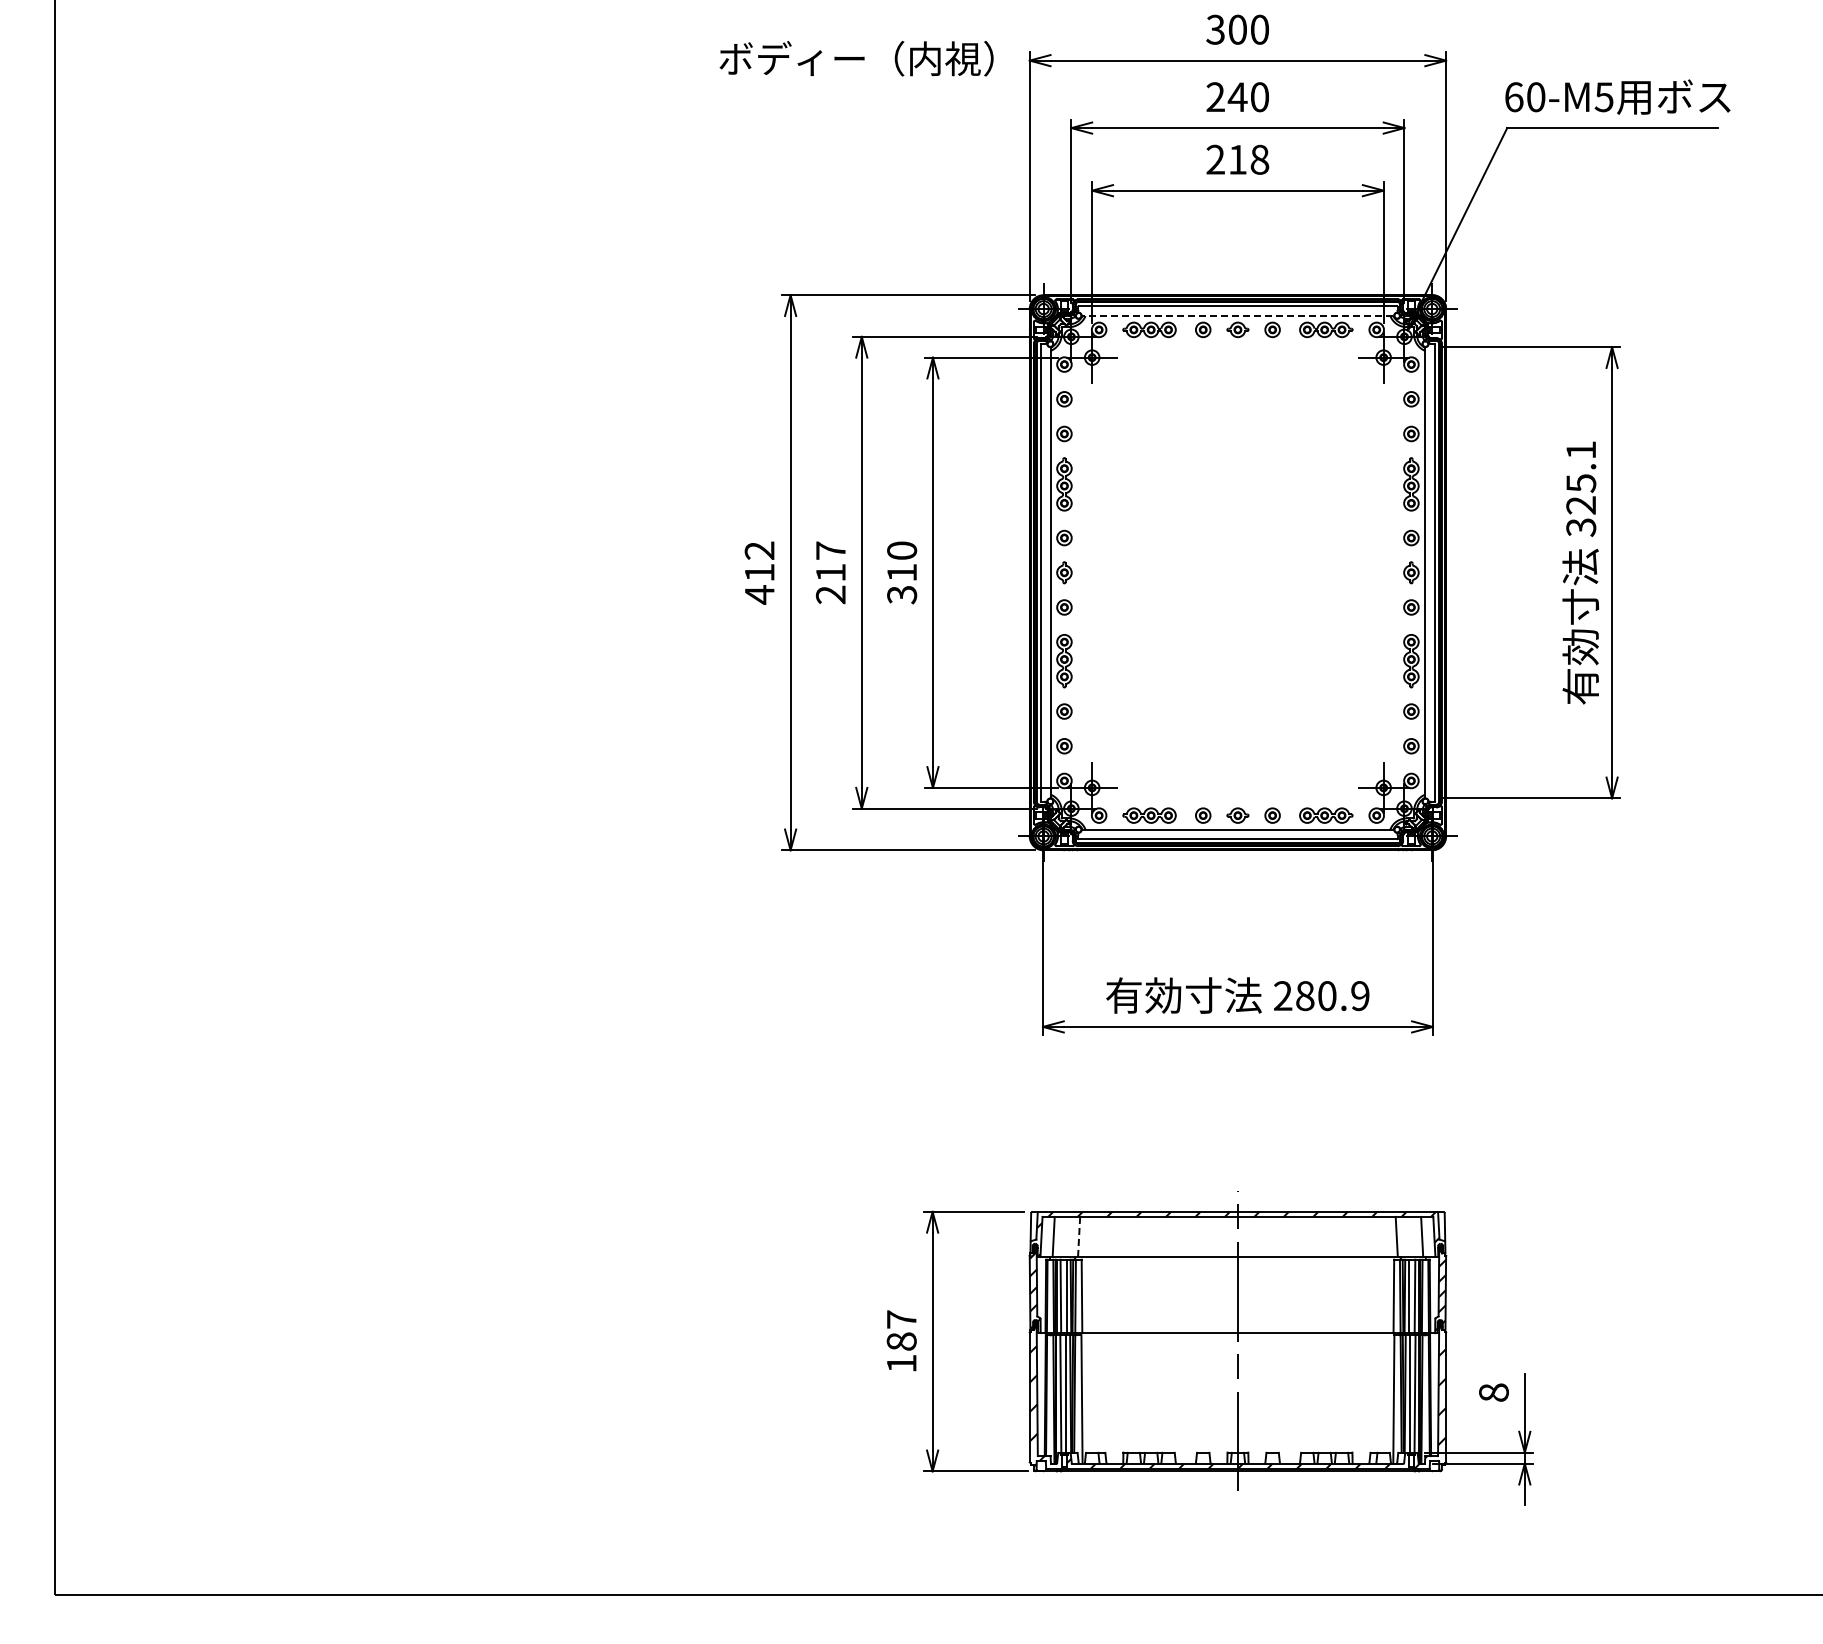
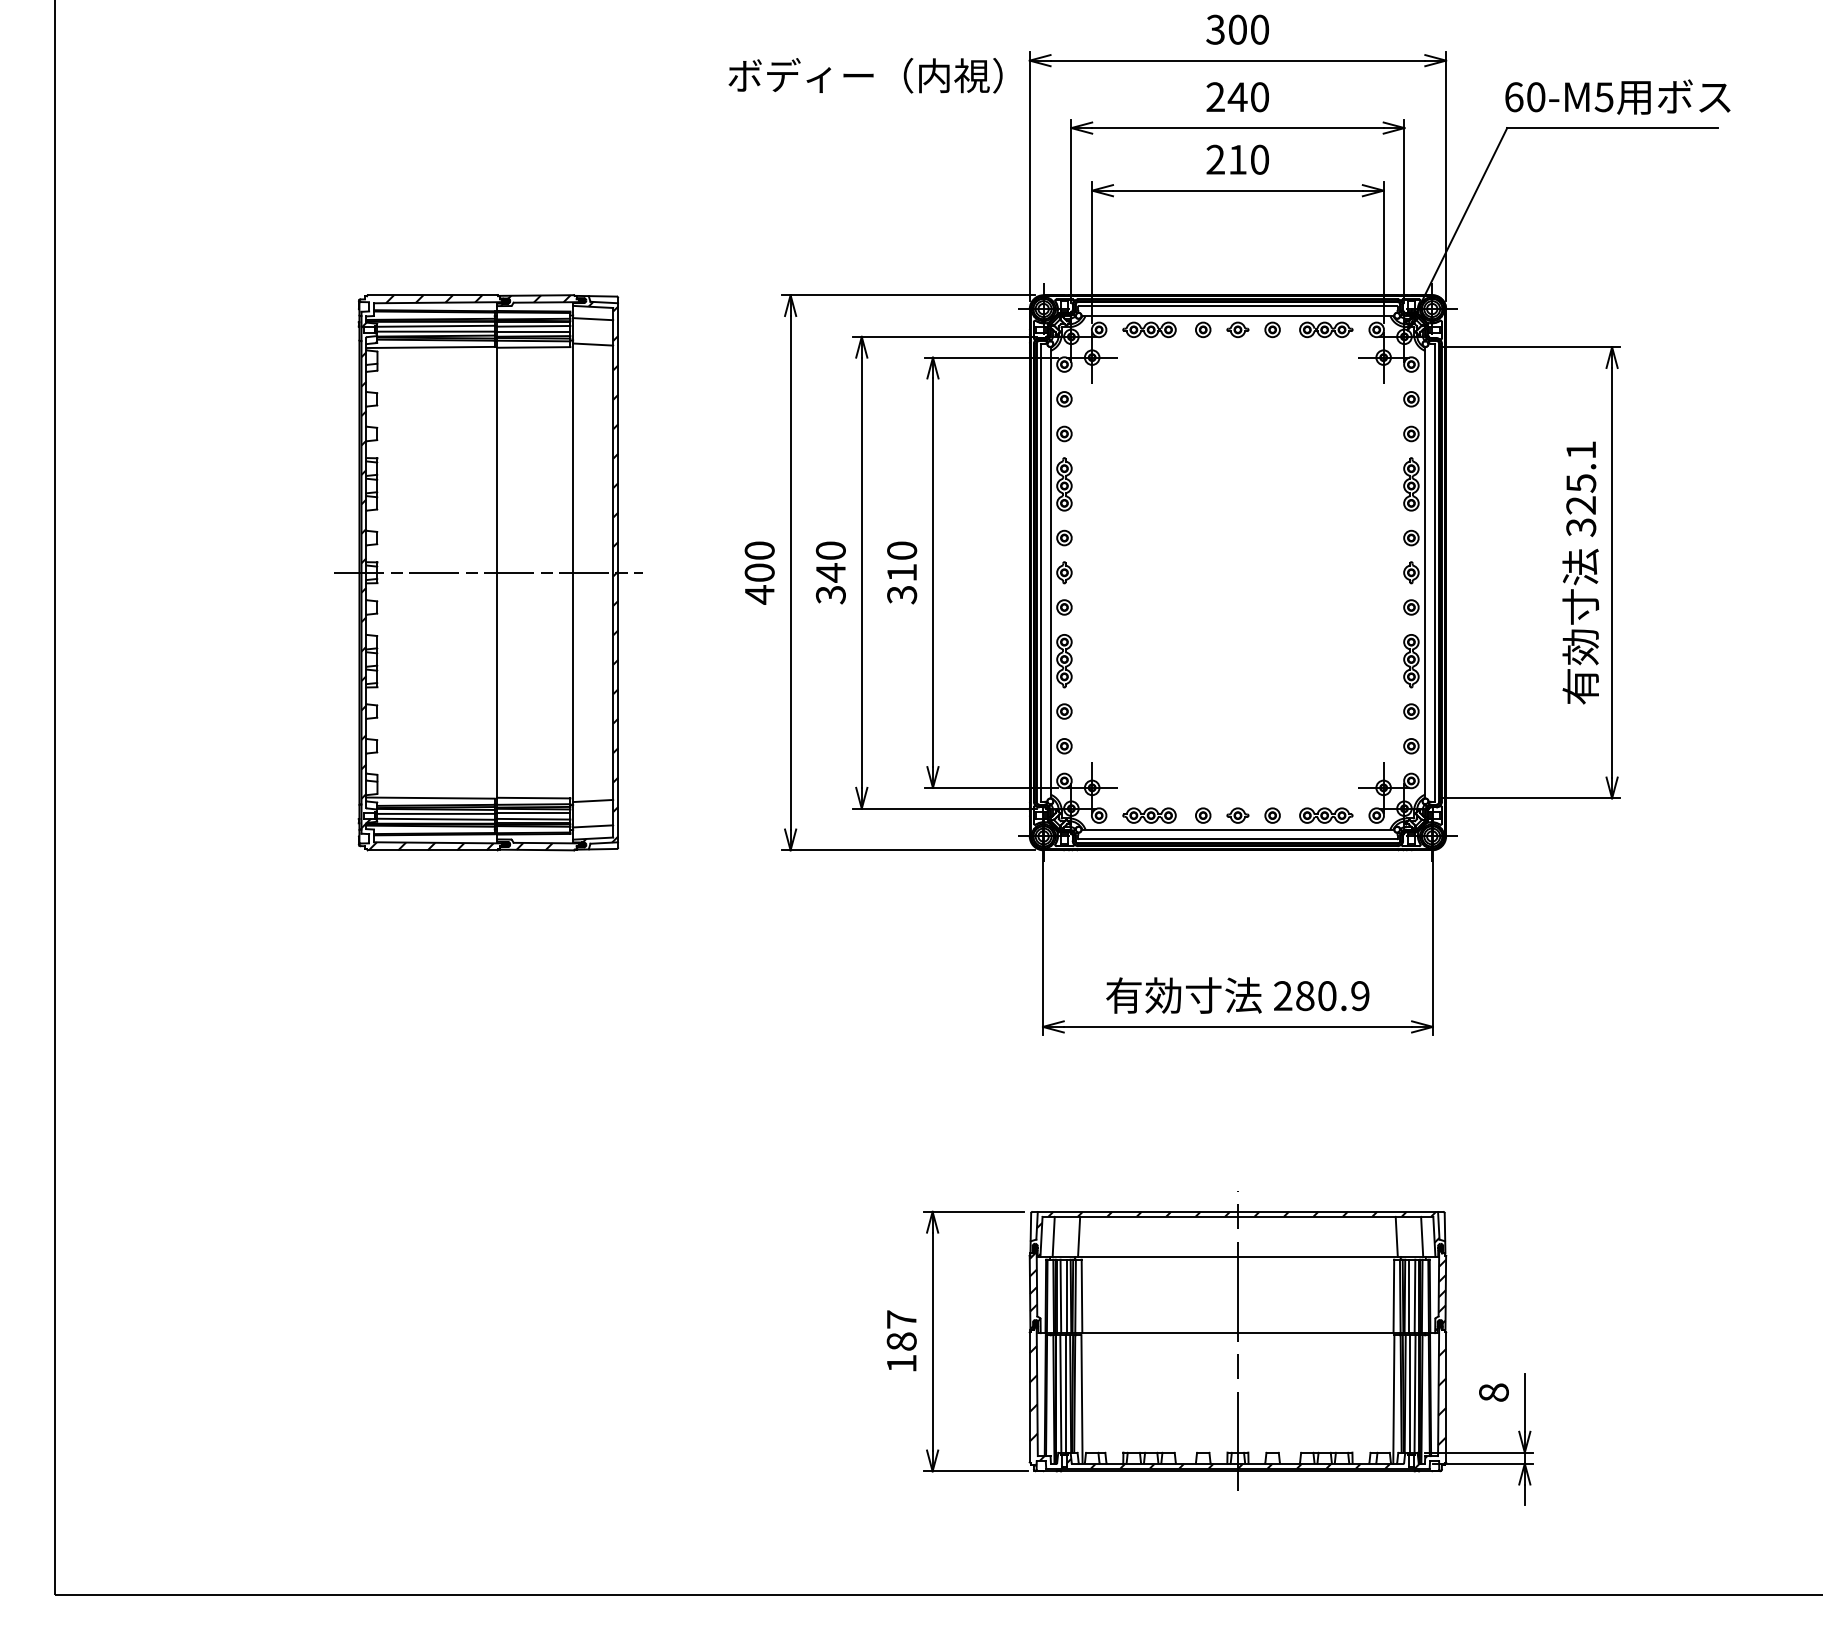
text at (856, 58) position: (856, 58) -> (865, 75)
text at (1259, 159): 218 -> 210
line at (1237, 316): dashed -> solid
text at (759, 561): 412 -> 400
part at (488, 572): none -> present
text at (830, 572): 217 -> 340
line at (1079, 1237): dashed -> solid
